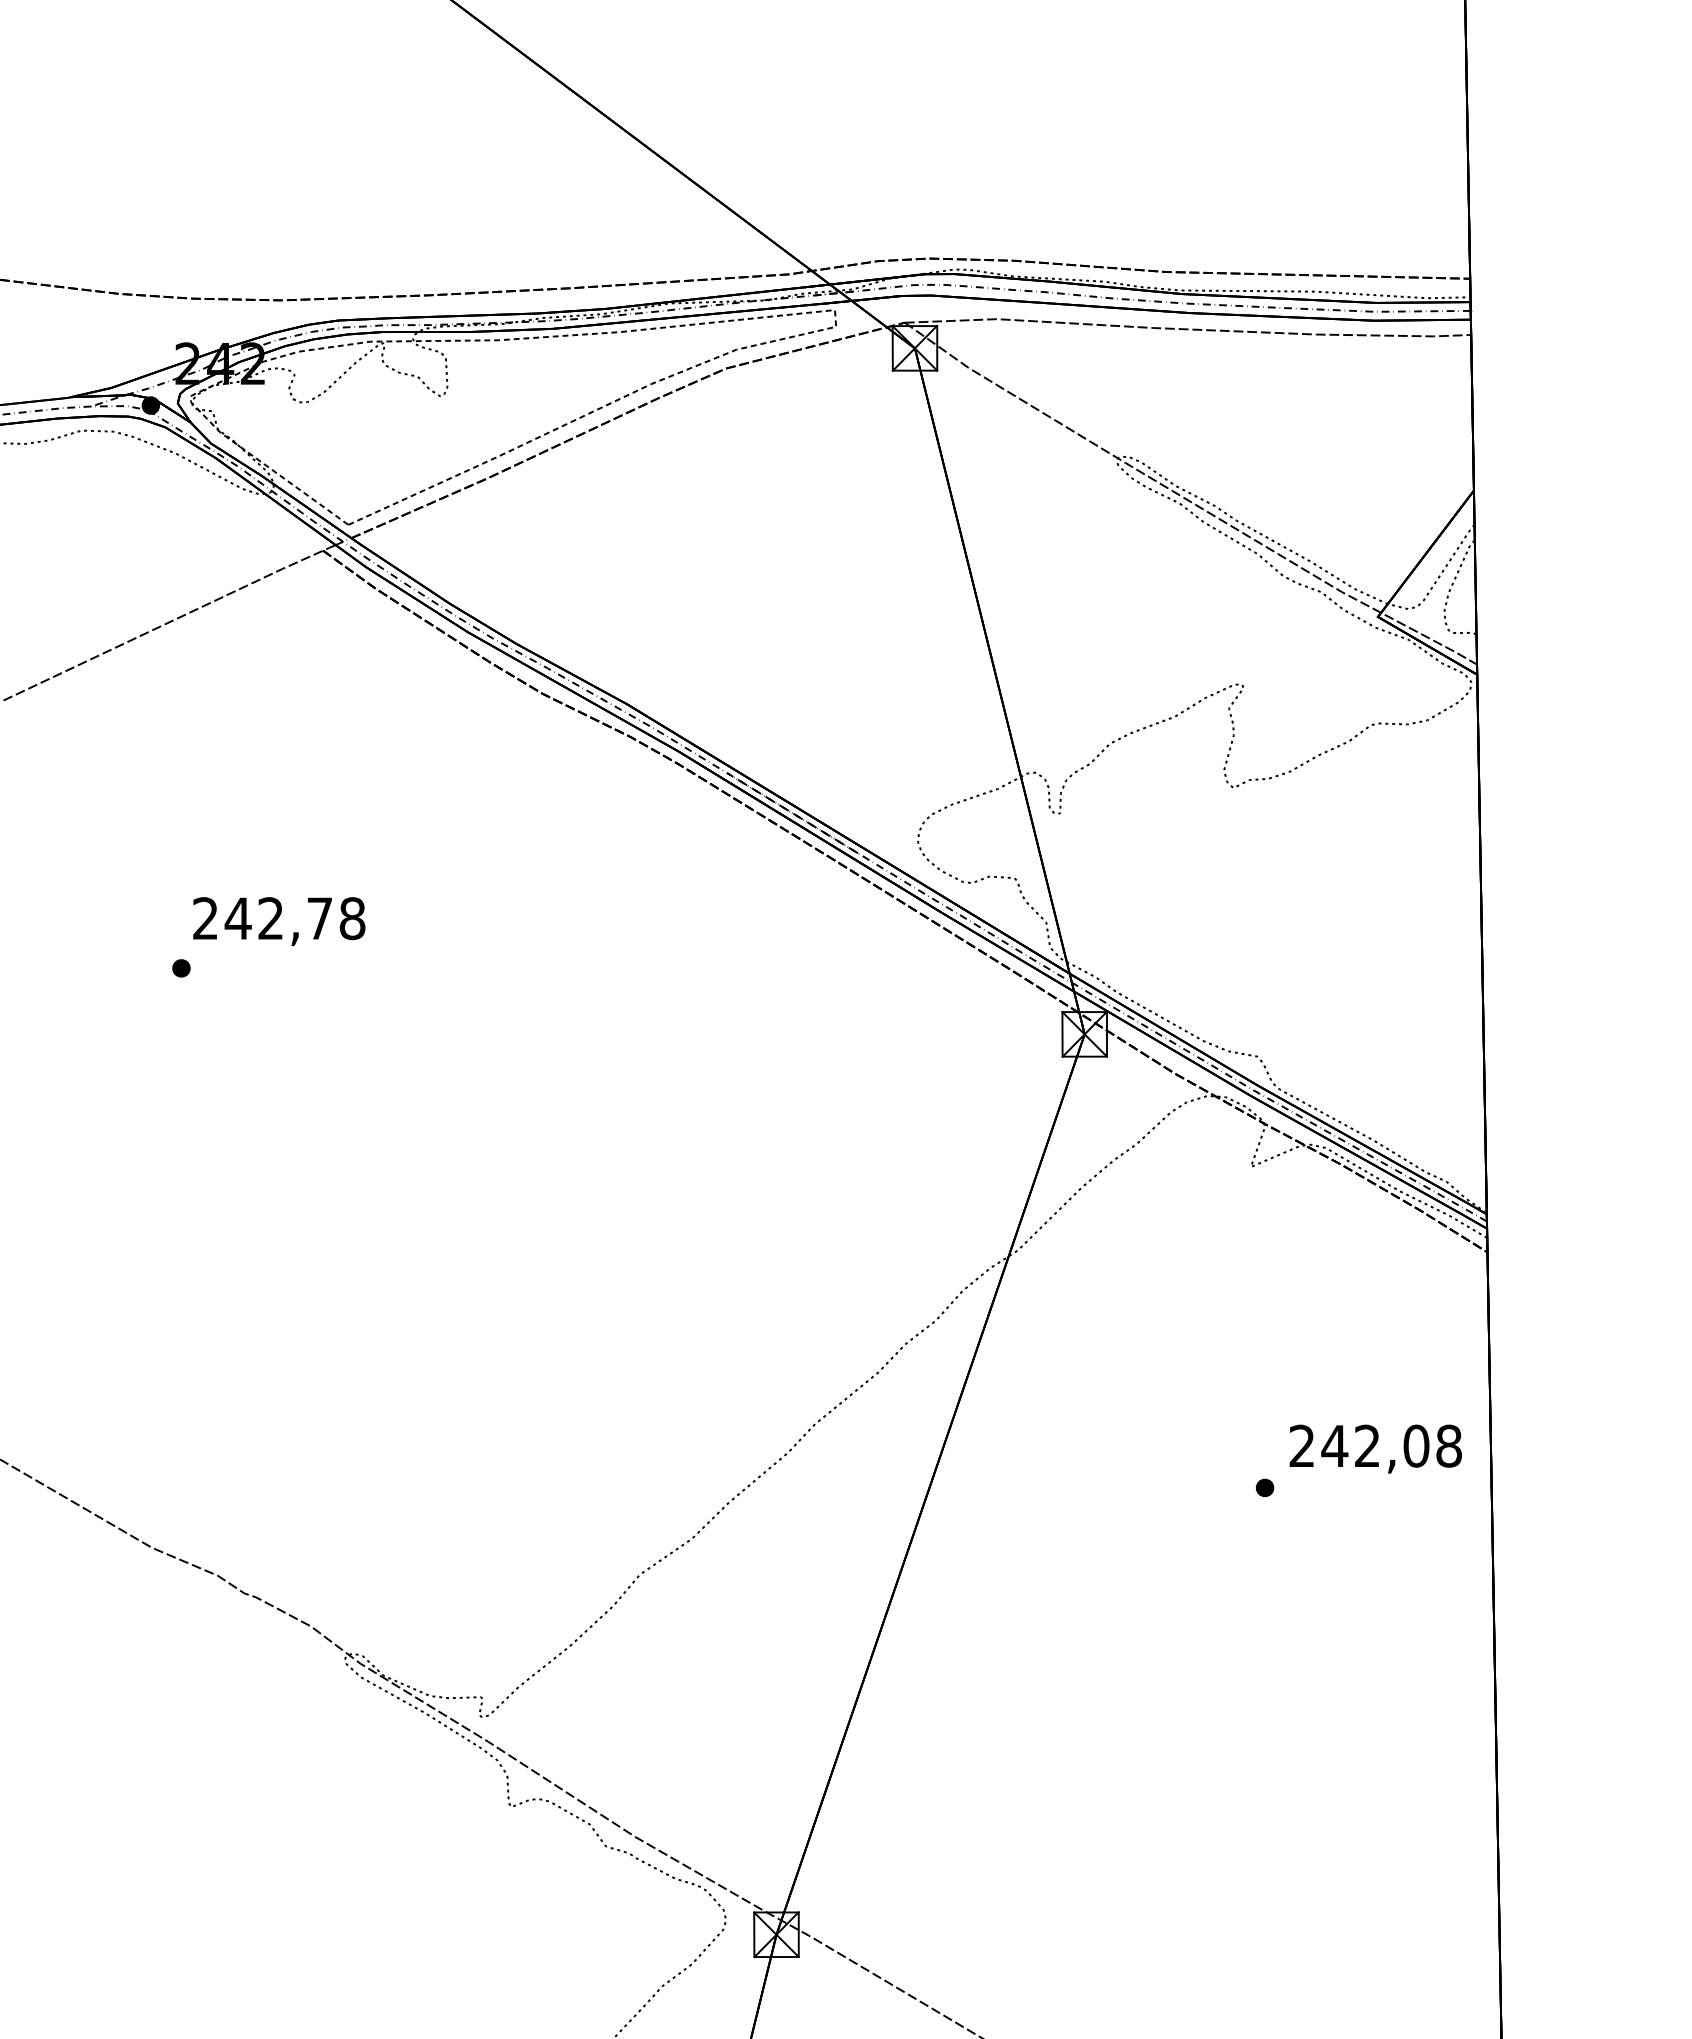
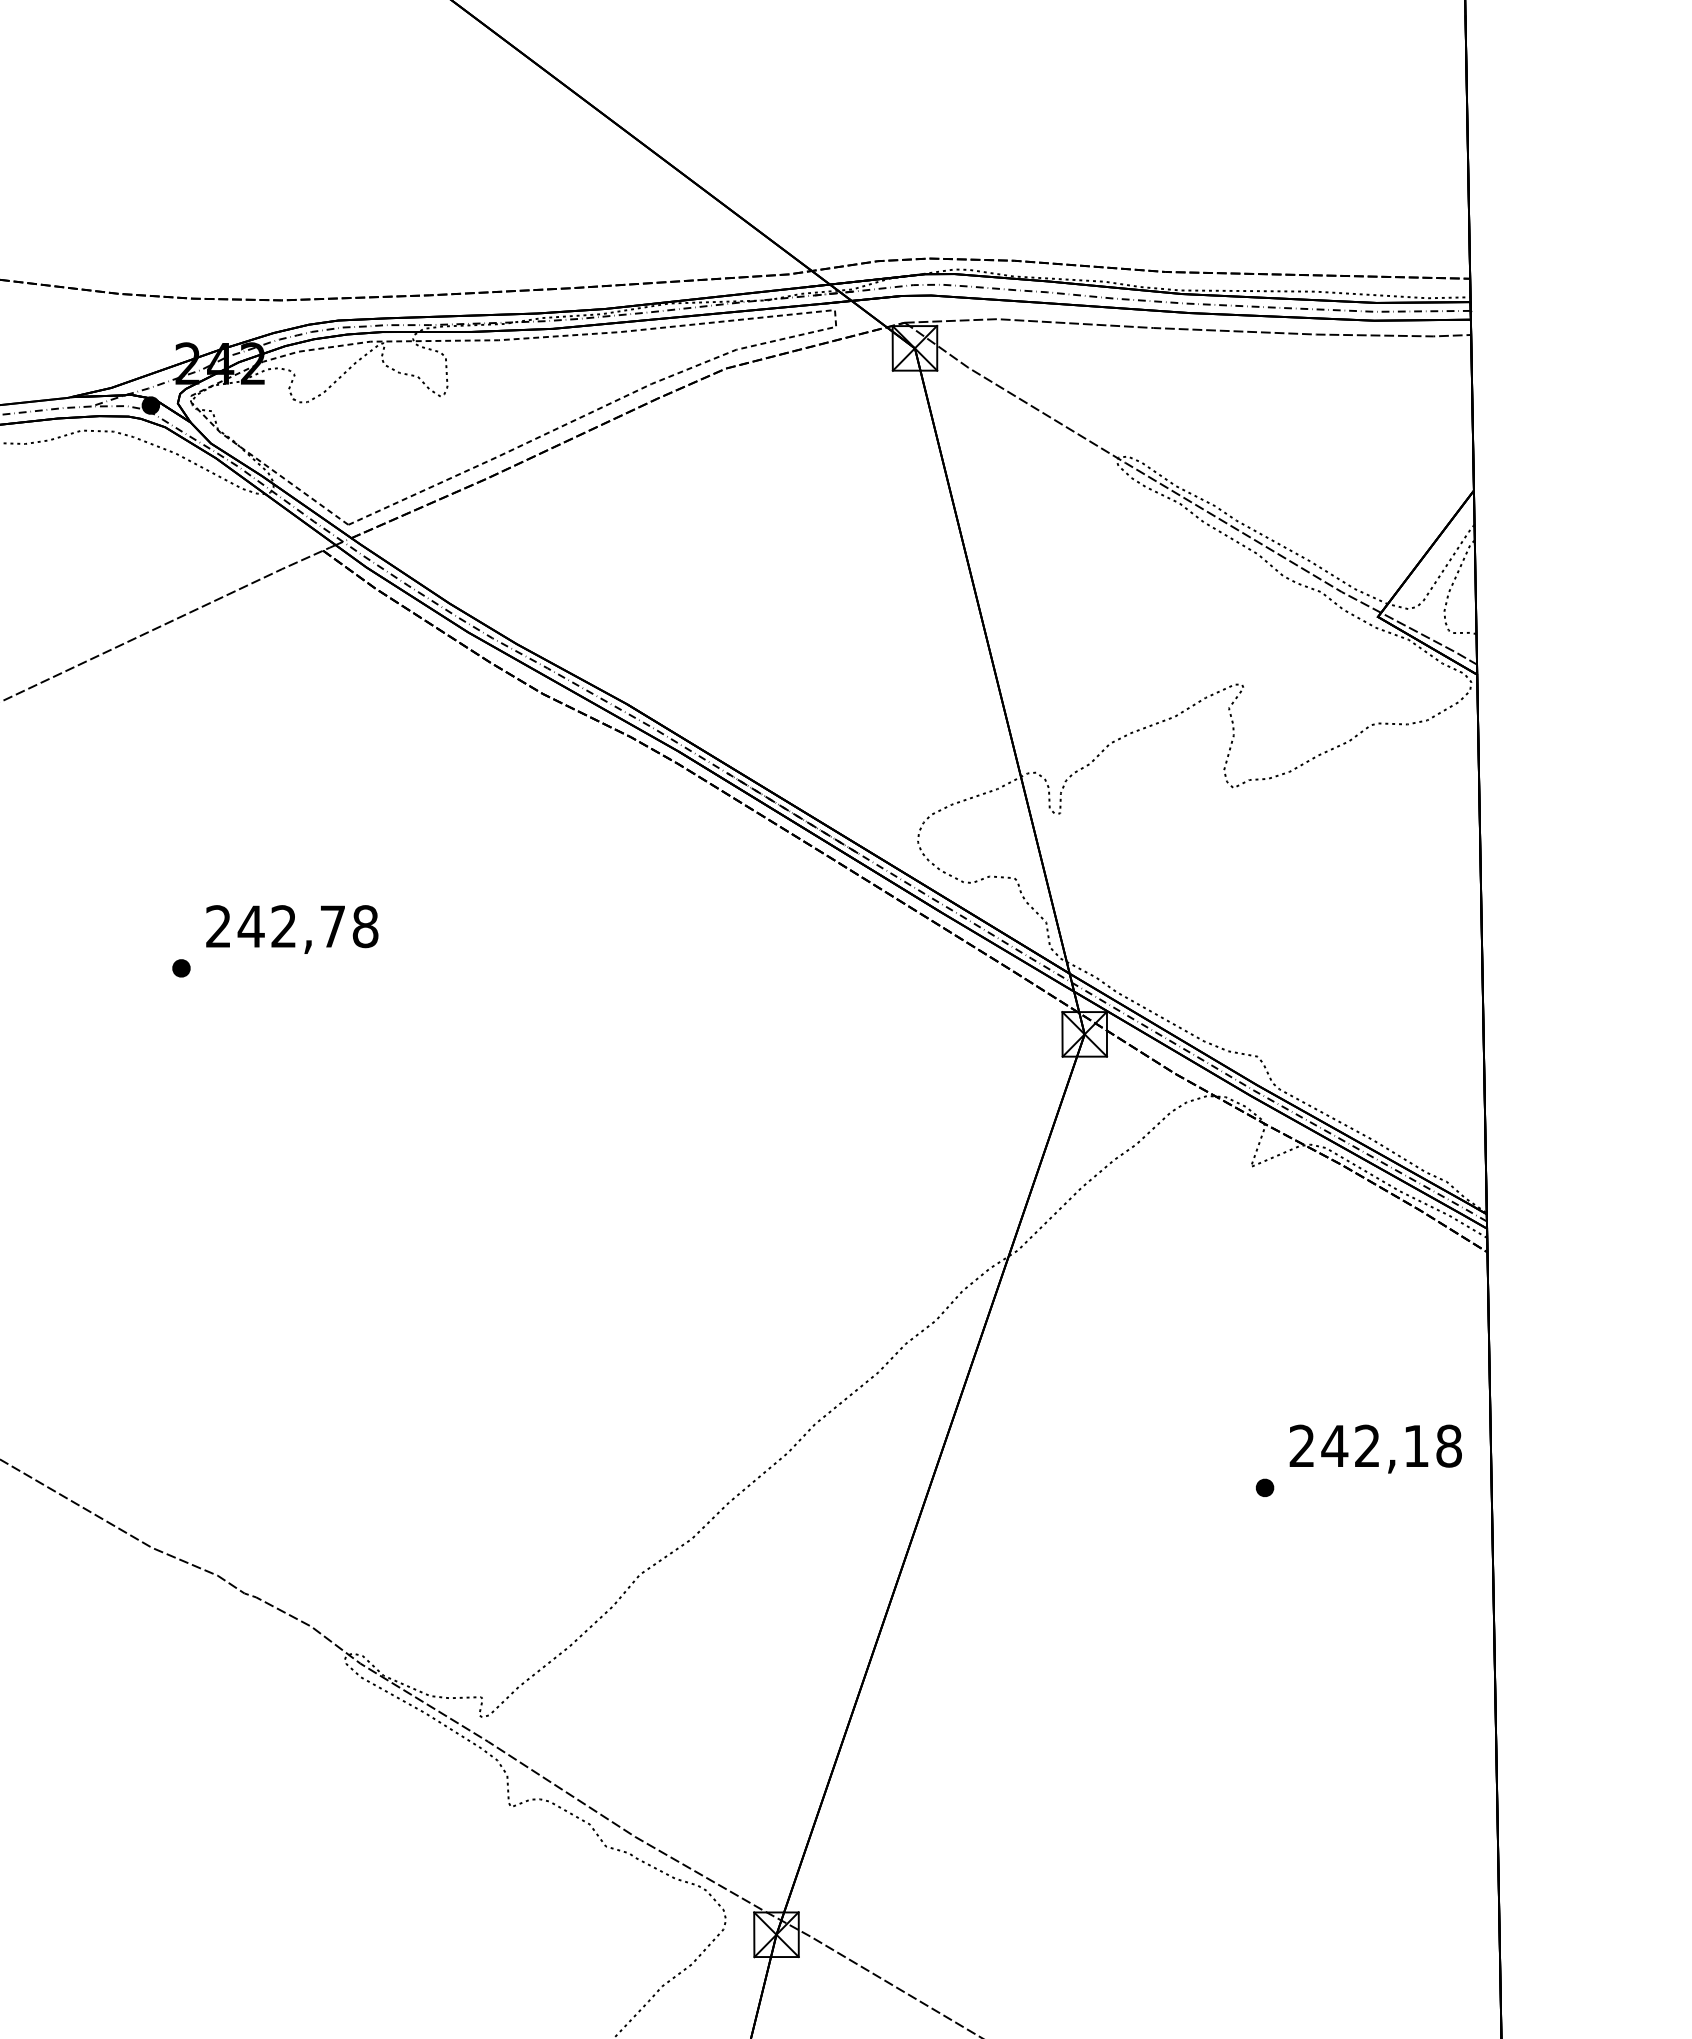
text at (279, 921) position: (279, 921) -> (292, 929)
text at (1416, 1445): 242,08 -> 242,18
